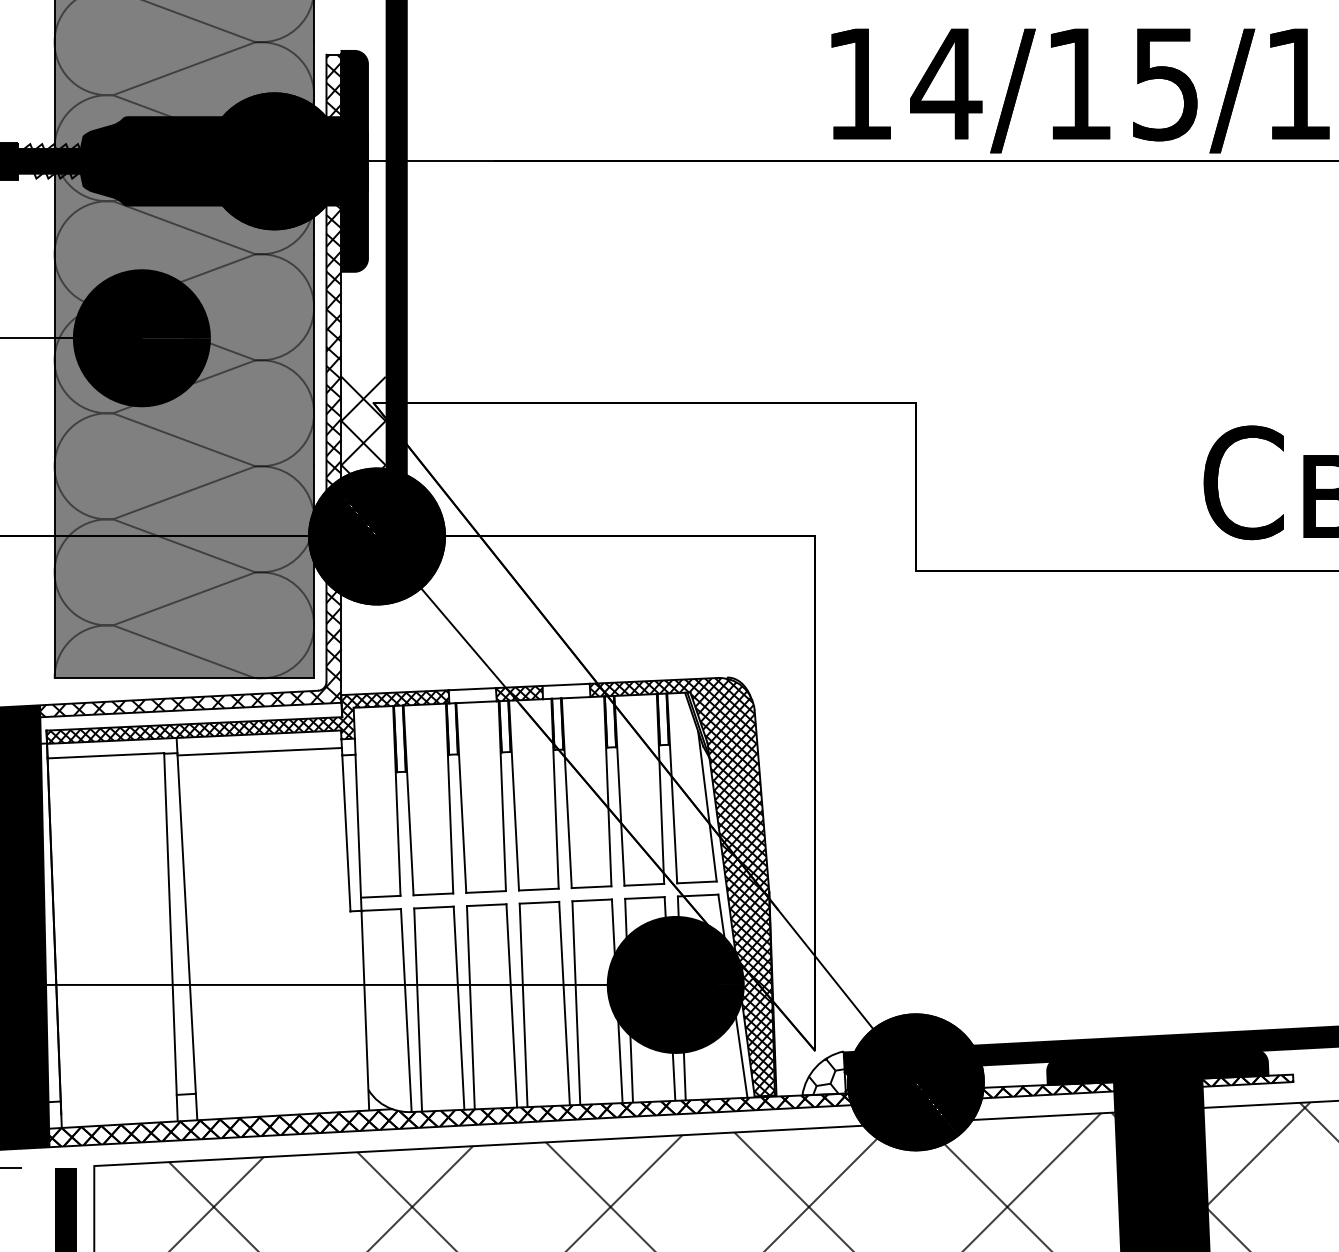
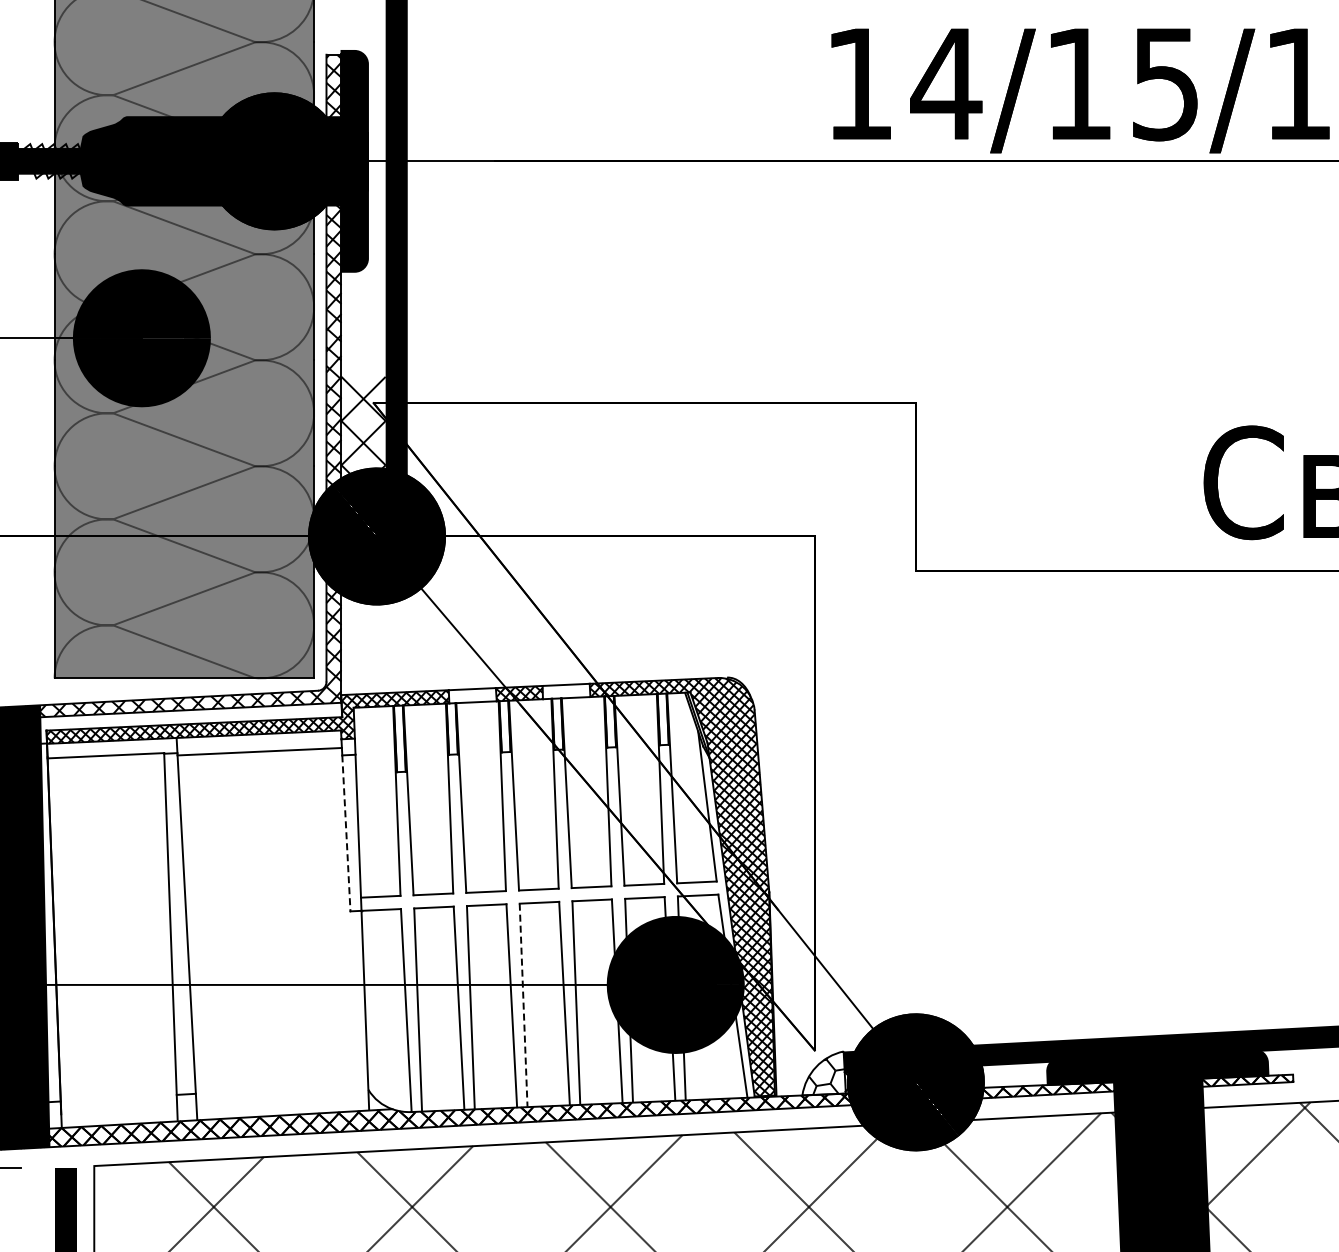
line at (346, 833): solid -> dashed
line at (523, 1005): solid -> dashed
